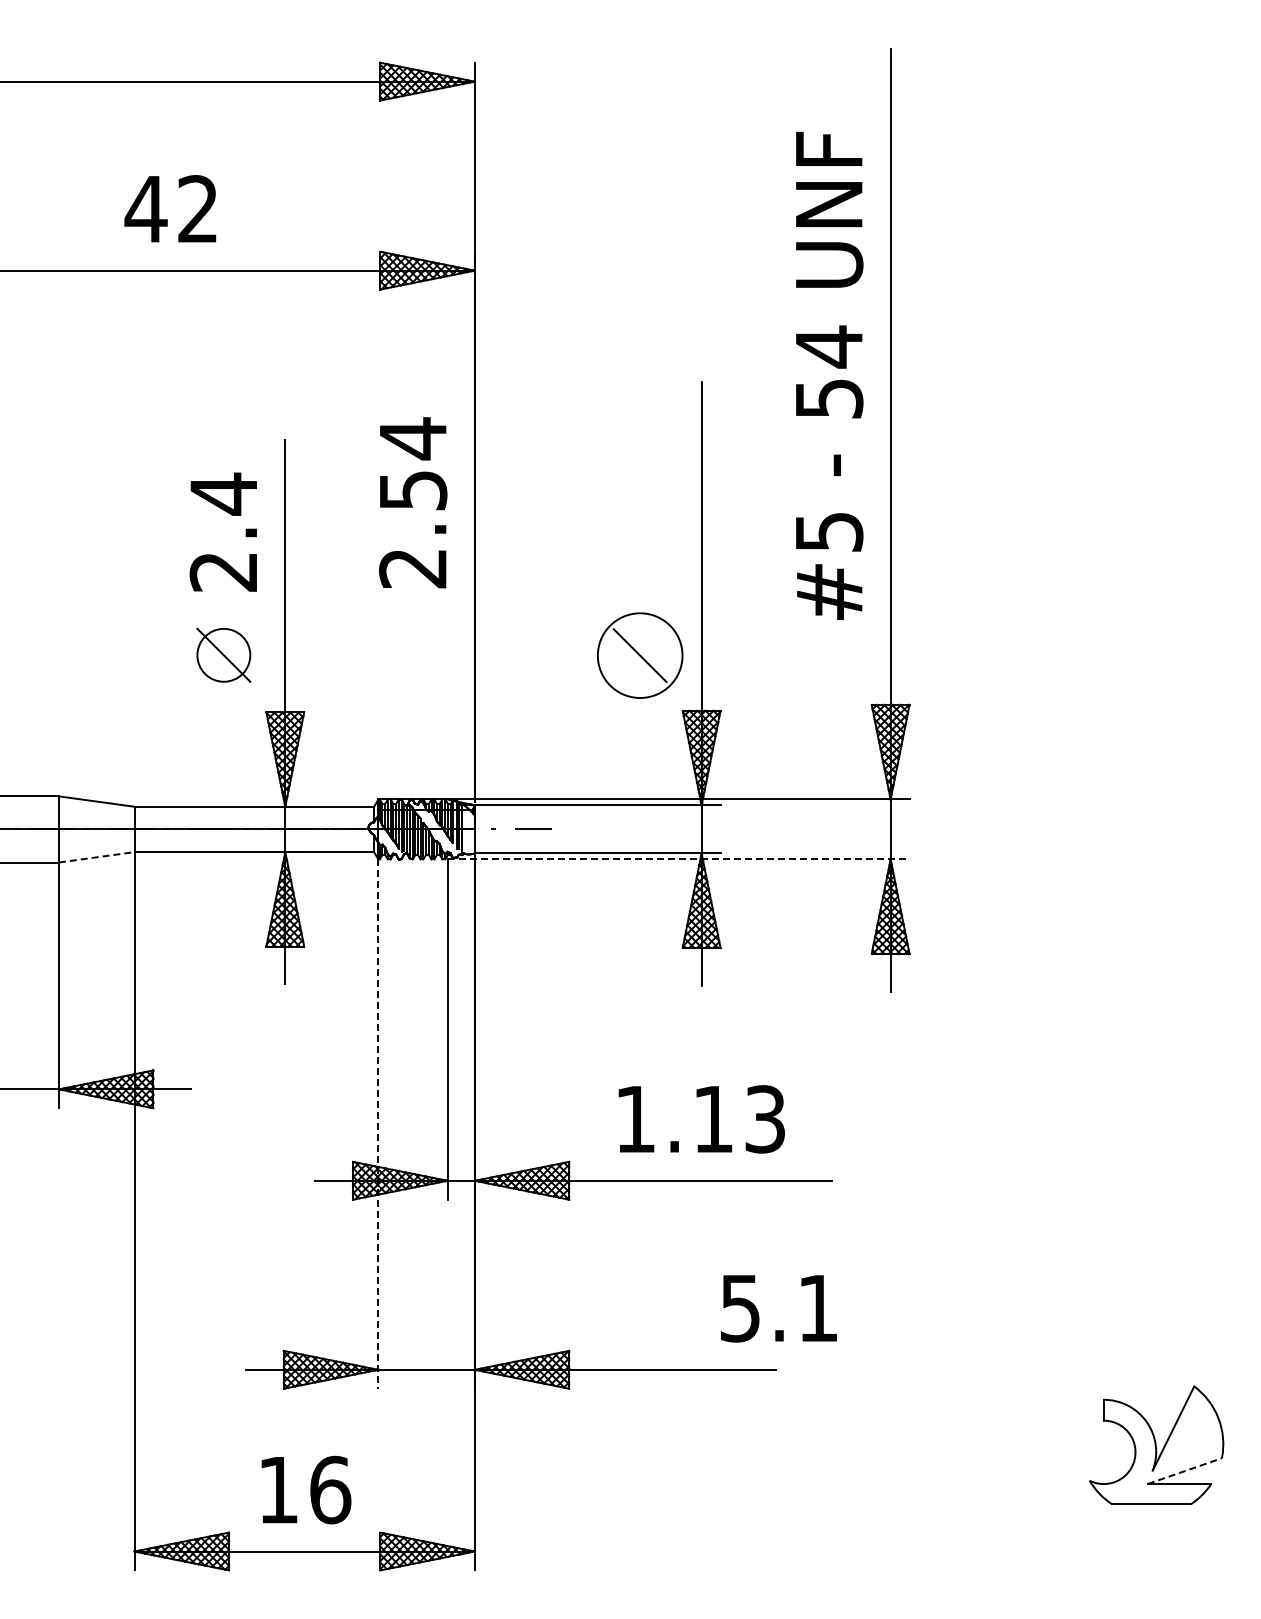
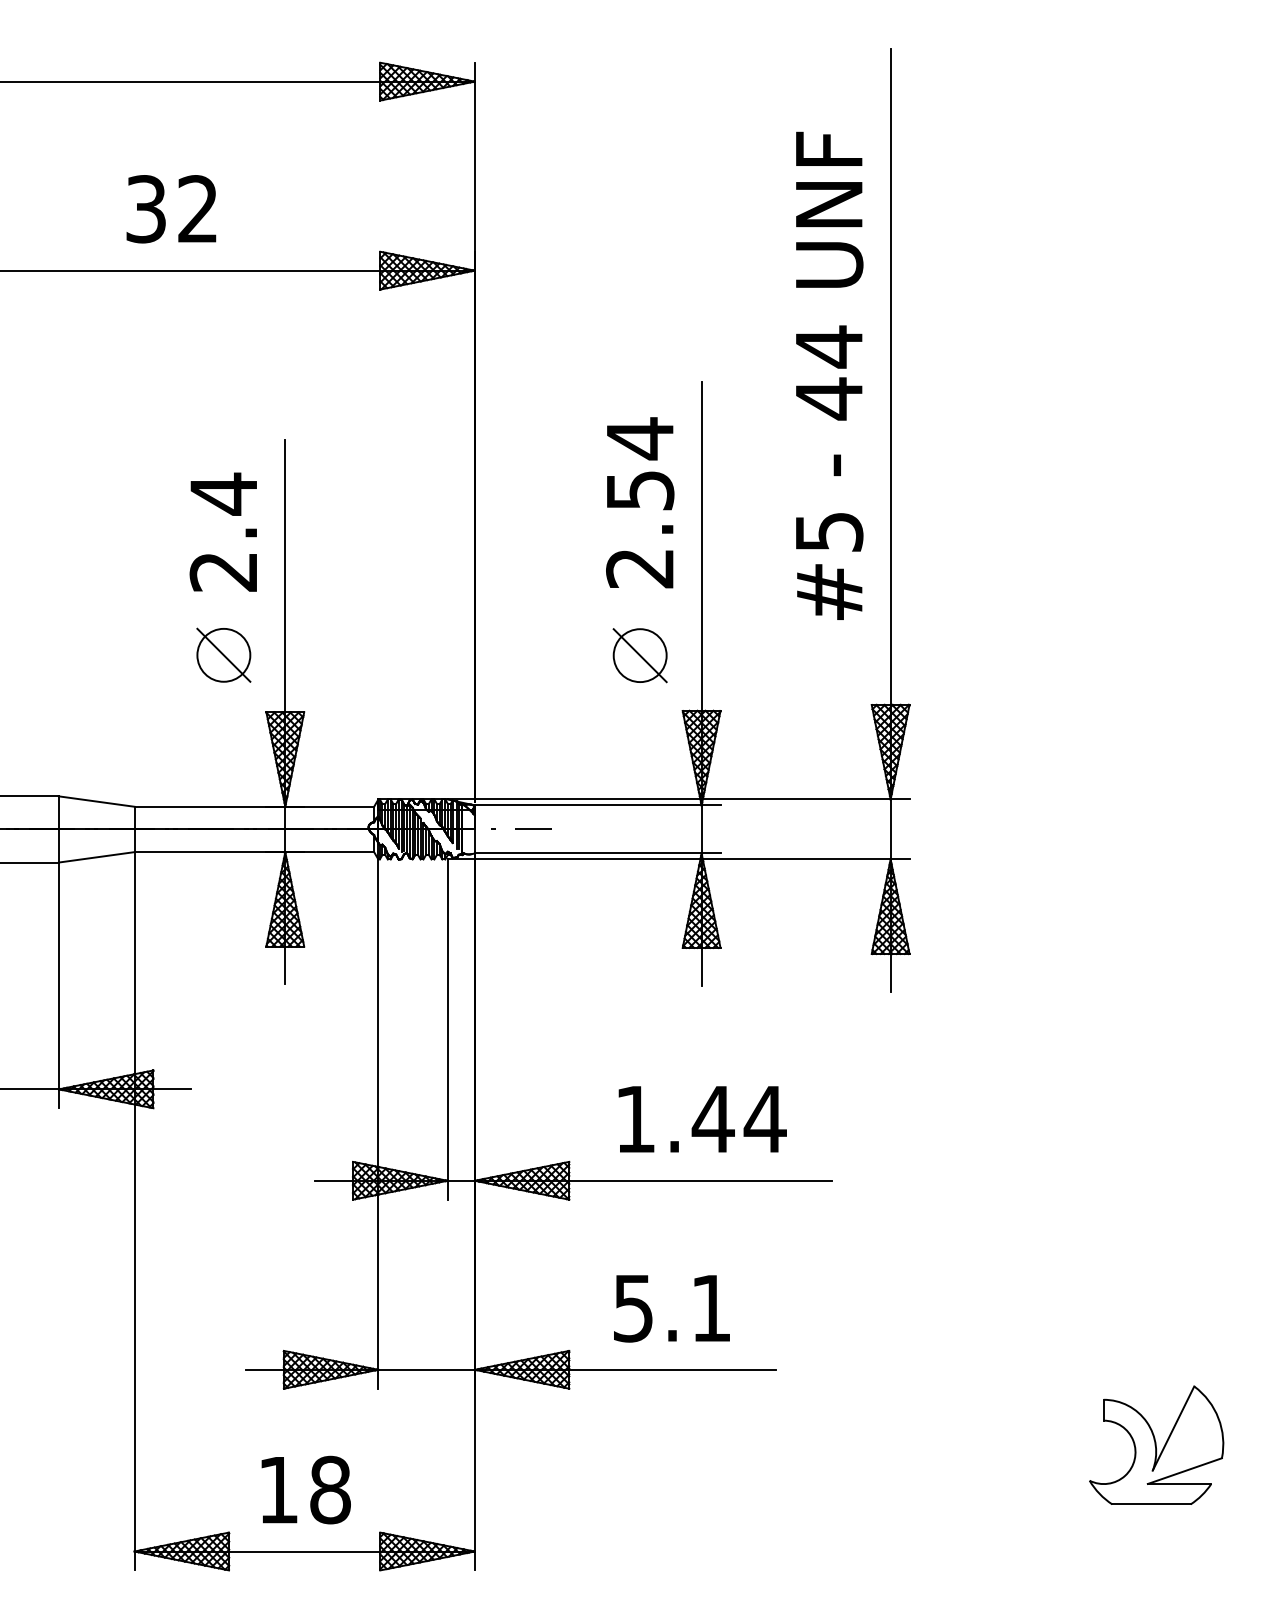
text at (145, 209): 42 -> 32
text at (829, 398): 54 -> 44
text at (413, 502) position: (413, 502) -> (640, 502)
circle at (639, 655) diameter: 85 px -> 53 px
line at (97, 857): dashed -> solid
line at (678, 859): dashed -> solid
text at (738, 1119): 1.13 -> 1.44
line at (378, 1124): dashed -> solid
text at (778, 1308) position: (778, 1308) -> (671, 1308)
line at (1185, 1470): dashed -> solid
text at (330, 1489): 16 -> 18
